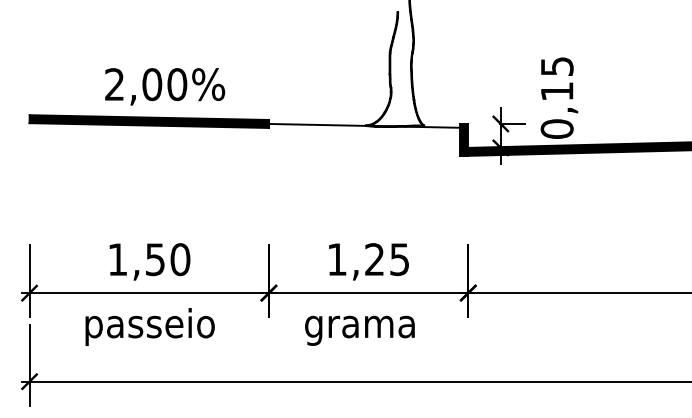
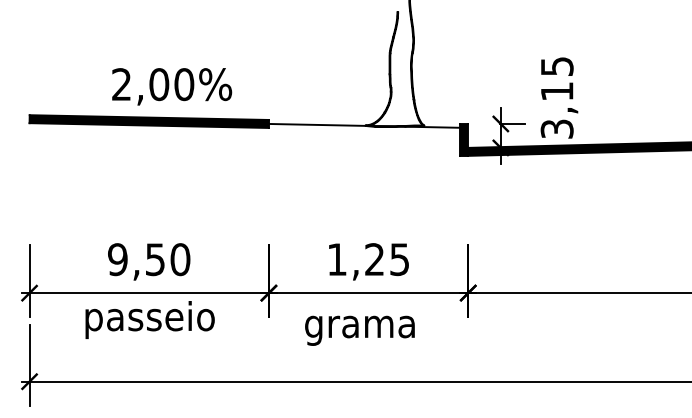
text at (165, 86) position: (165, 86) -> (172, 86)
text at (556, 128): 0,15 -> 3,15
text at (117, 259): 1,50 -> 9,50
text at (149, 326) position: (149, 326) -> (149, 319)
